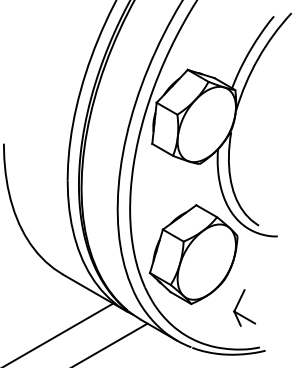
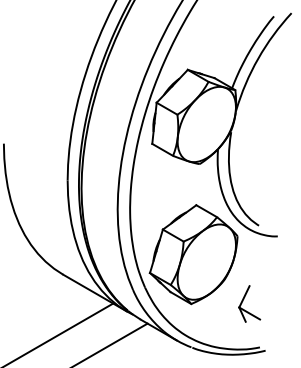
part at (238, 305) position: (238, 305) -> (243, 301)
